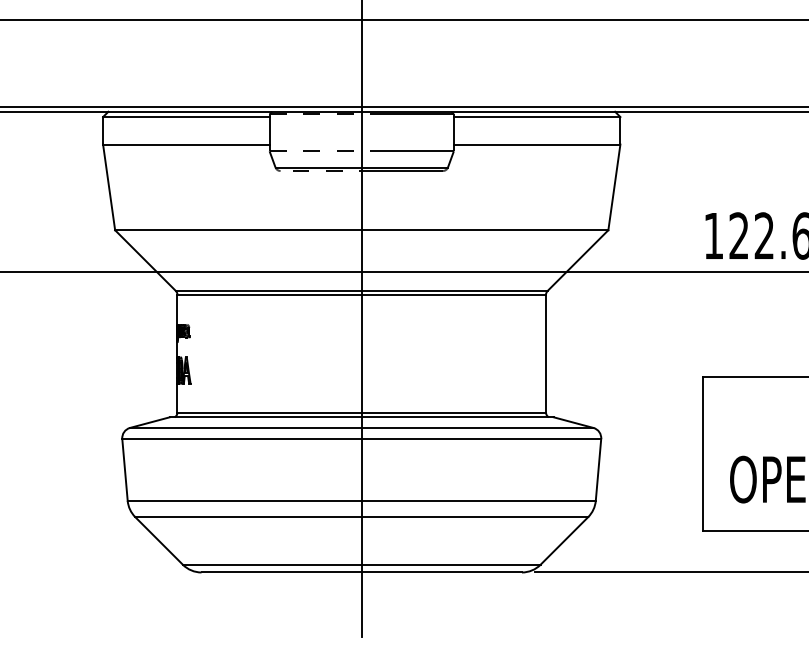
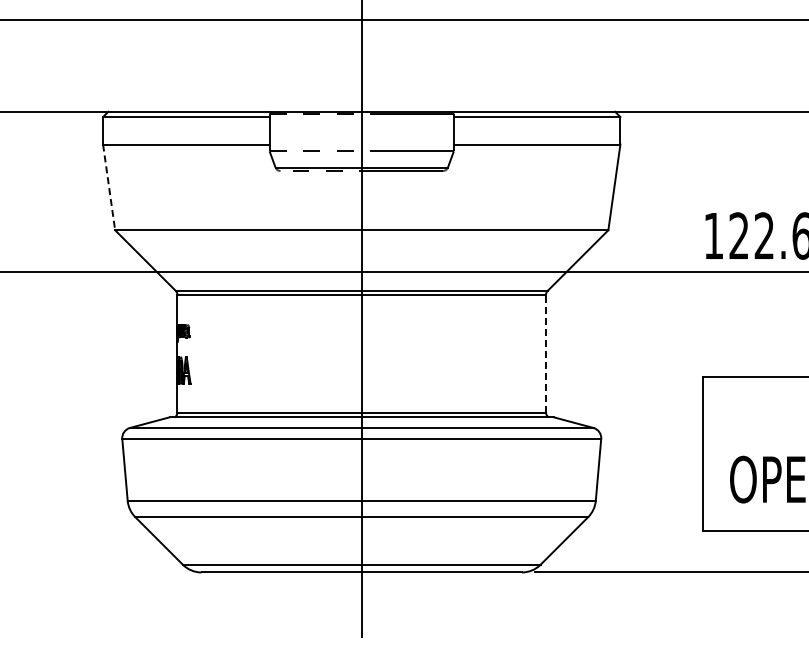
line at (403, 106): present -> none
line at (109, 187): solid -> dashed
line at (546, 353): solid -> dashed
